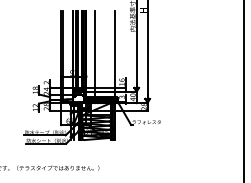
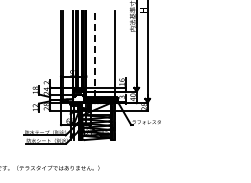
line at (94, 53): solid -> dashed
line at (244, 90): present -> none
